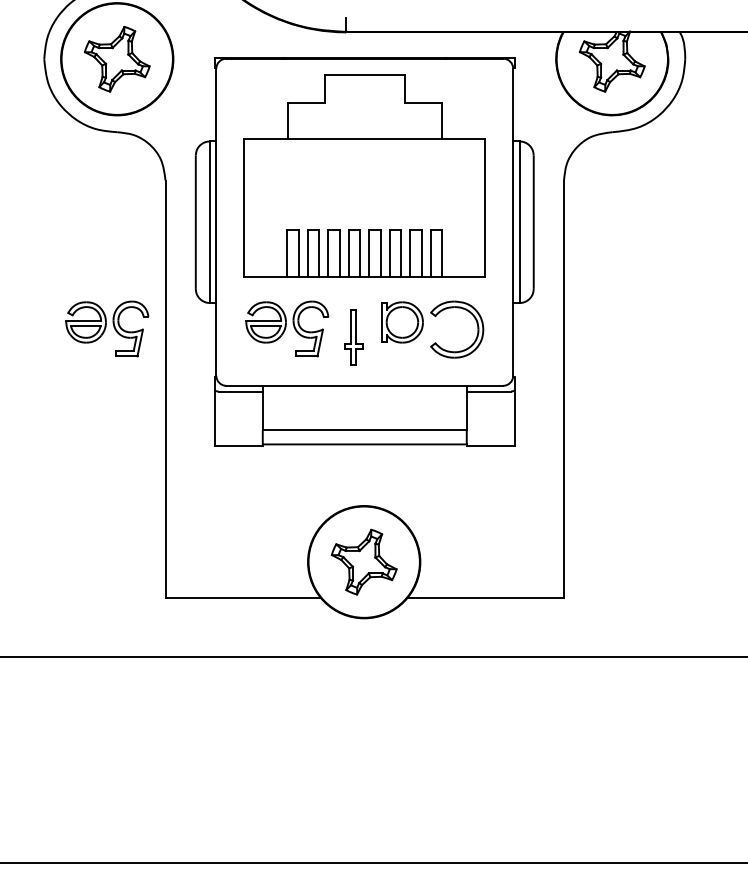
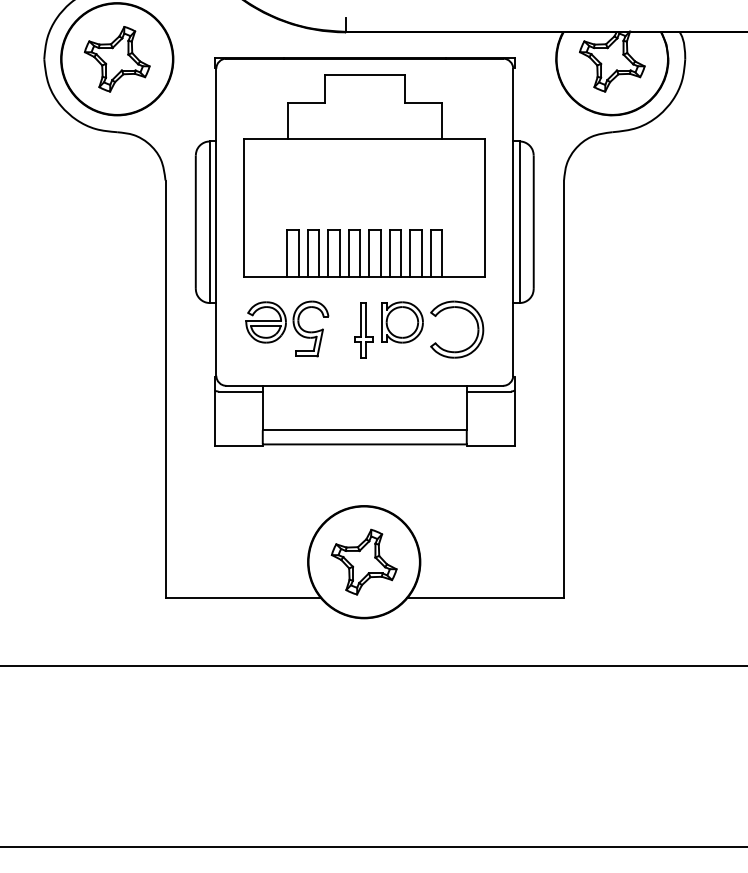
part at (107, 328): present -> none
part at (353, 337) position: (353, 337) -> (363, 330)
line at (373, 657) position: (373, 657) -> (373, 666)
line at (373, 862) position: (373, 862) -> (373, 846)
